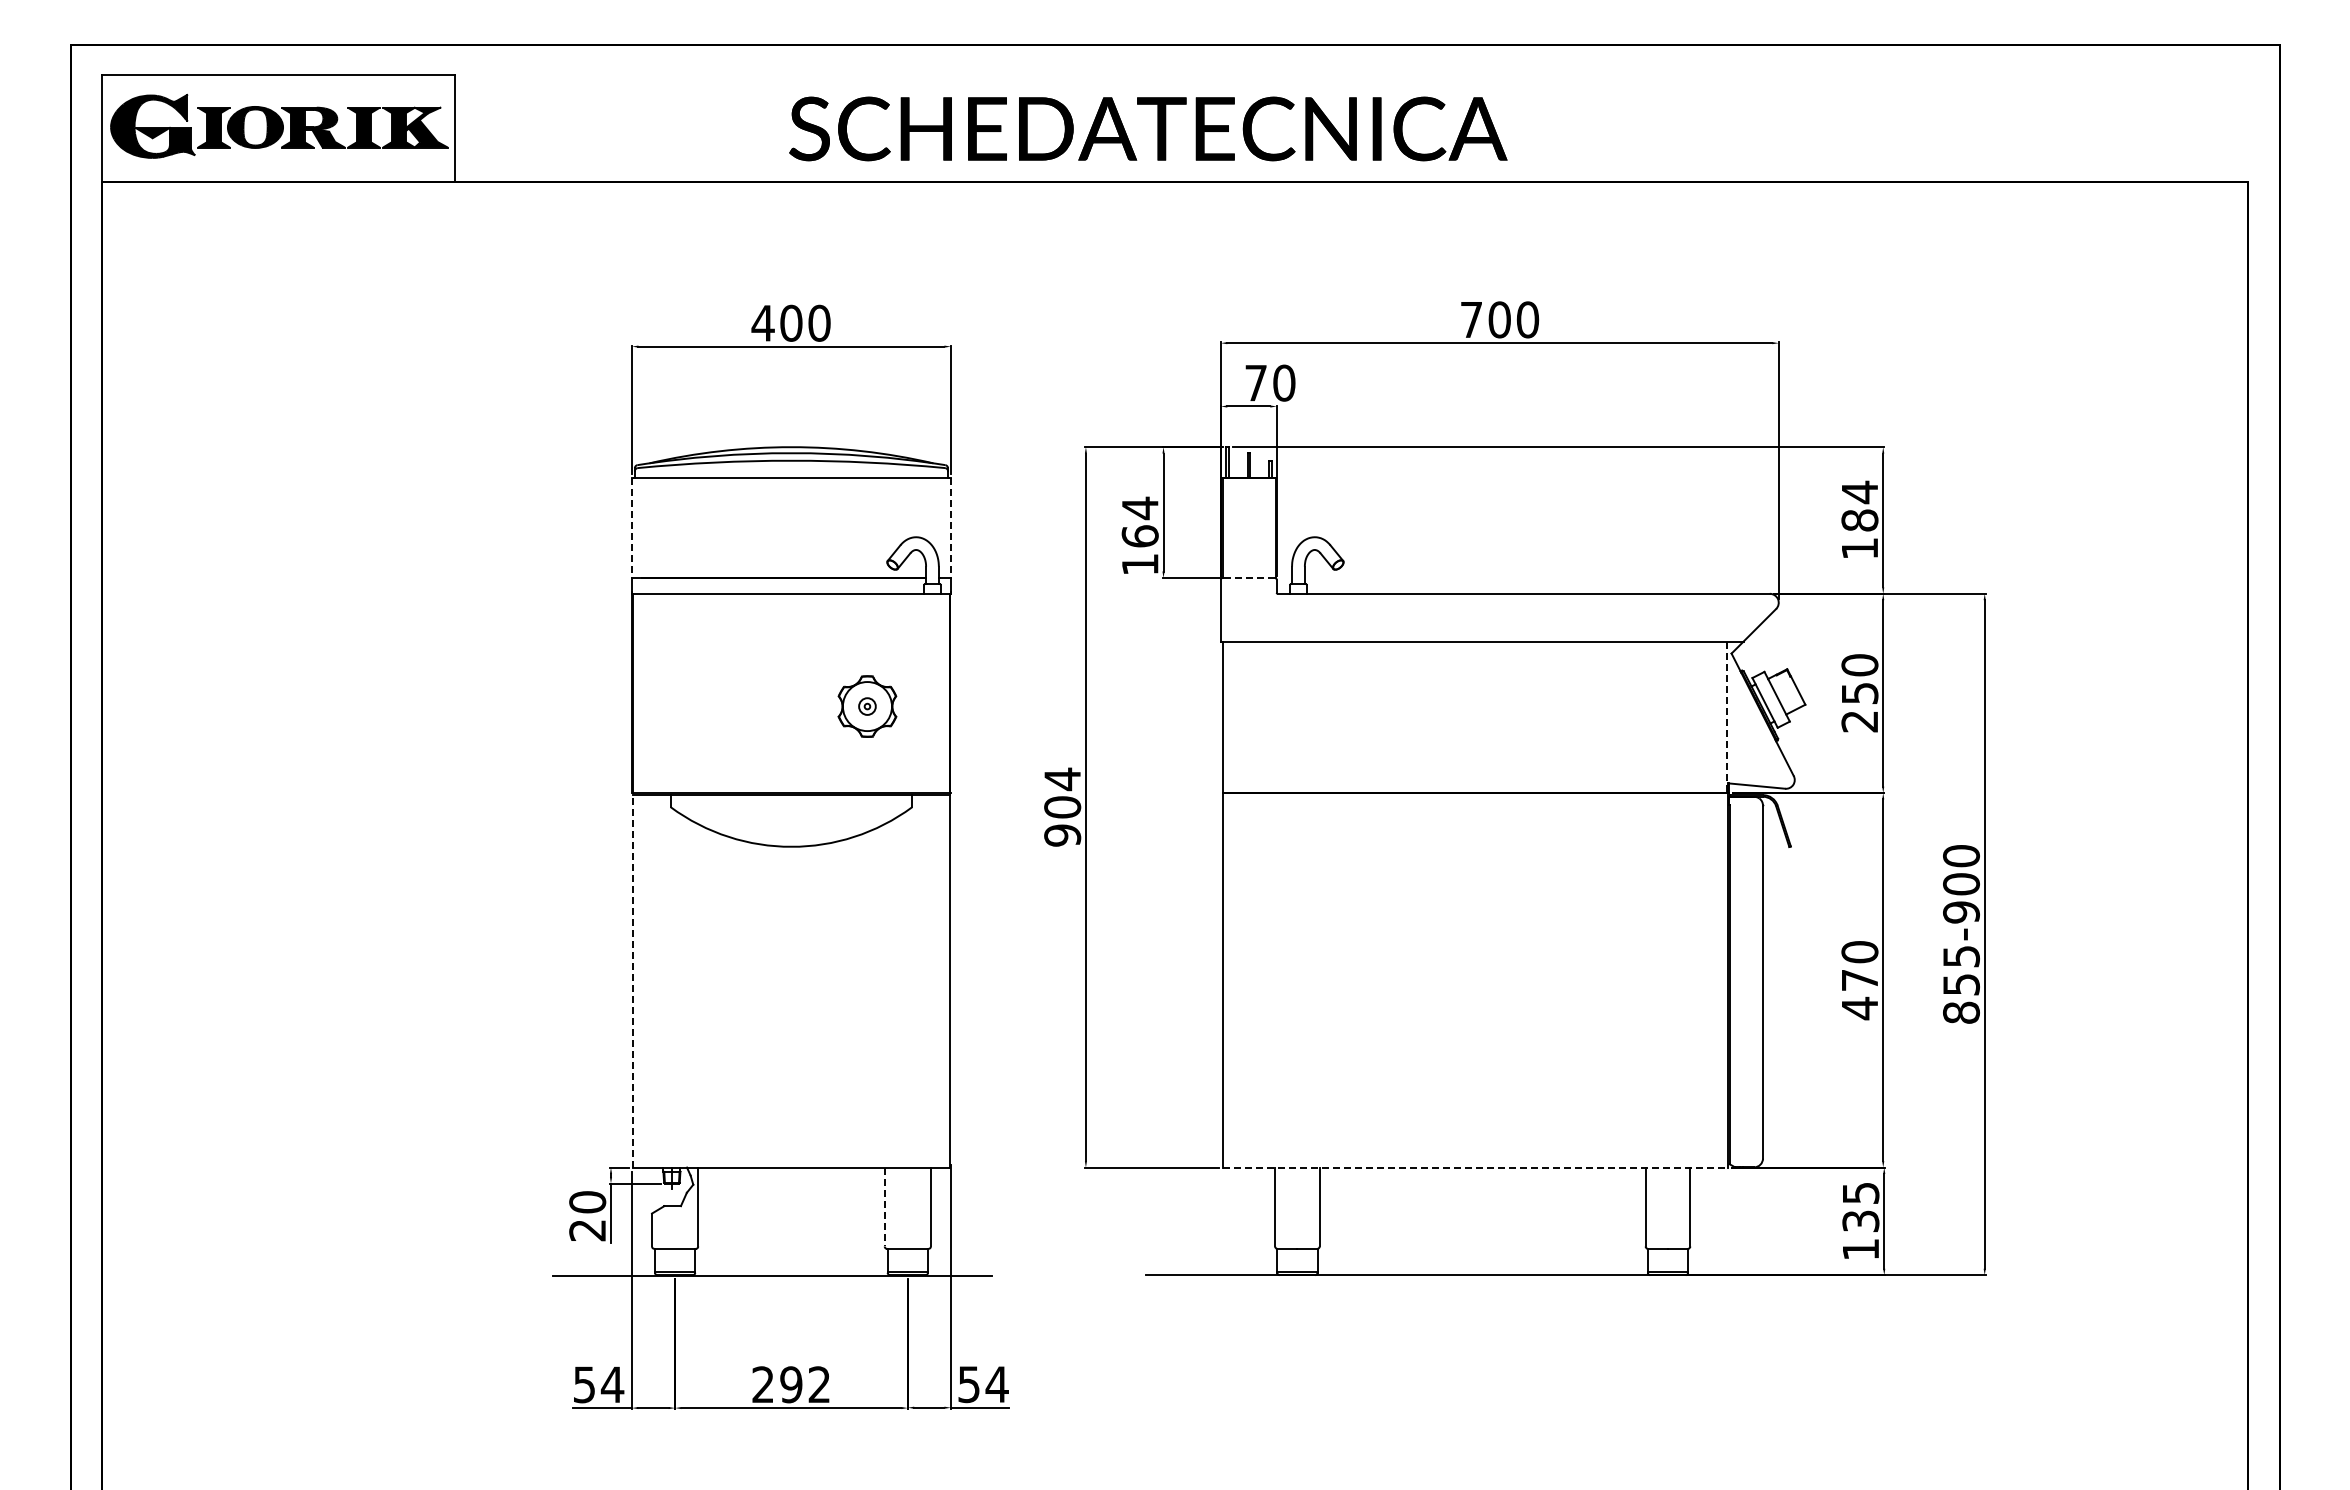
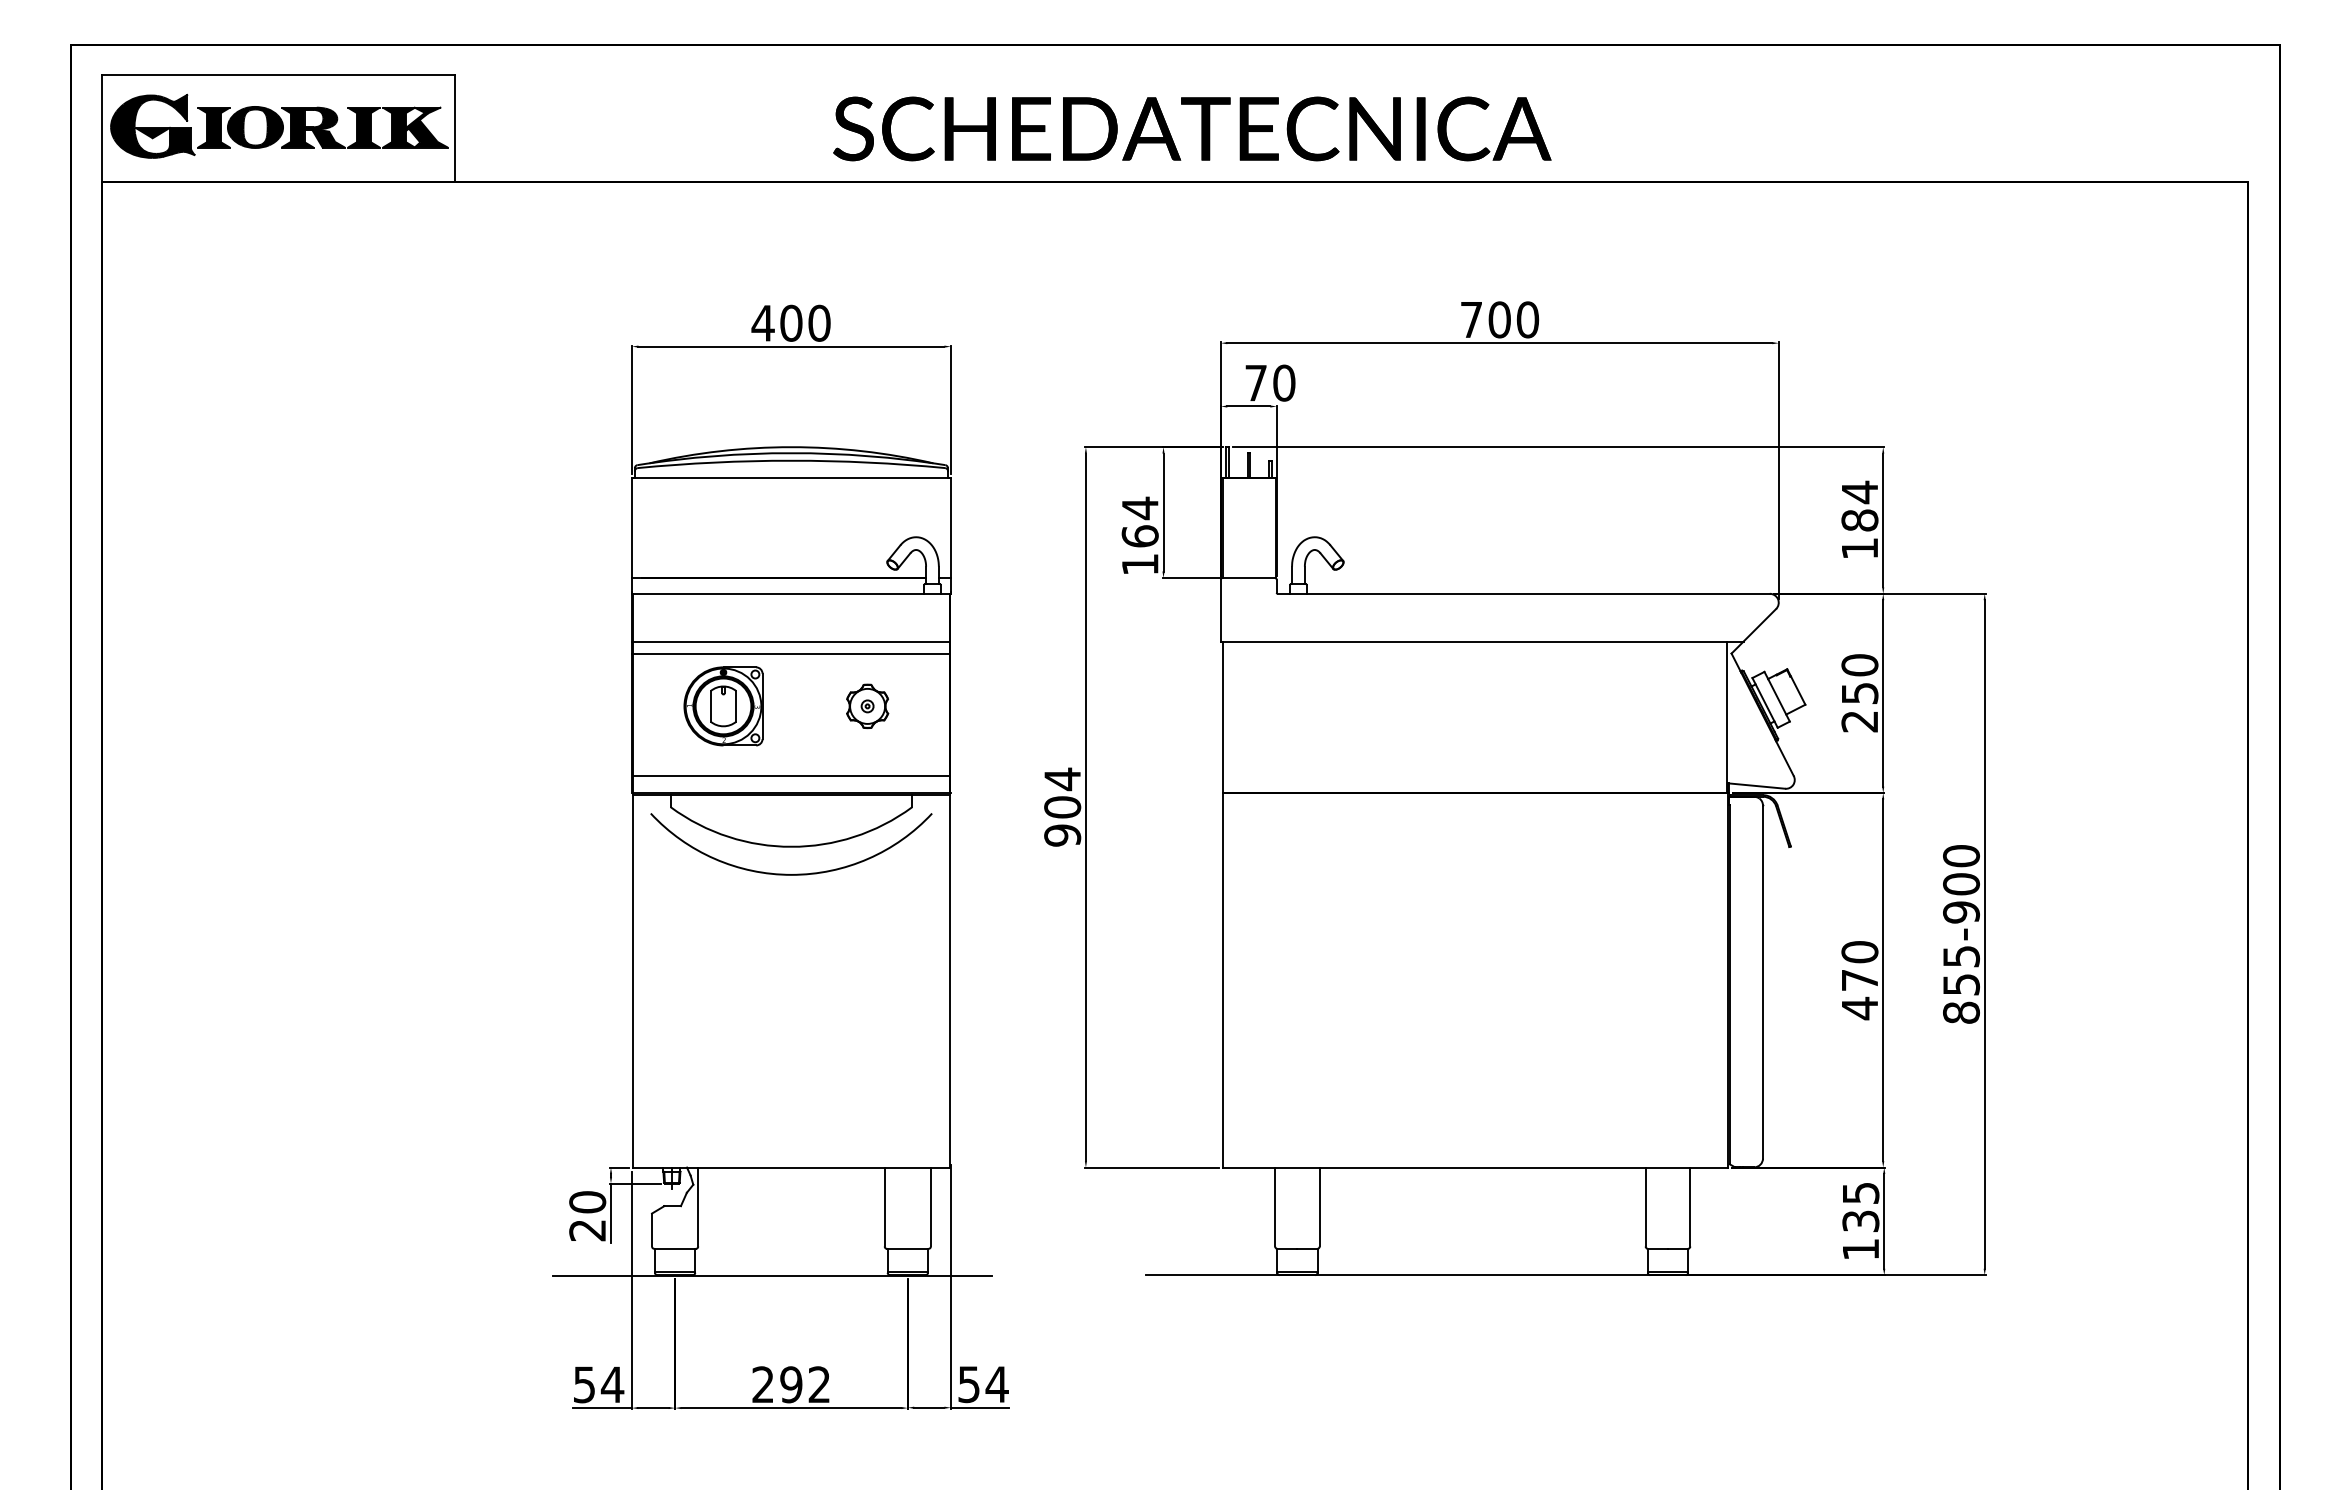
text at (1148, 128) position: (1148, 128) -> (1192, 128)
line at (632, 528): dashed -> solid
line at (950, 528): dashed -> solid
line at (1248, 577): dashed -> solid
line at (791, 641): none -> present
line at (791, 653): none -> present
part at (723, 706): none -> present
part at (867, 706) size: 61x63 px -> 44x46 px
line at (1726, 717): dashed -> solid
line at (791, 775): none -> present
arc at (786, 873): none -> present
line at (632, 979): dashed -> solid
line at (1475, 1167): dashed -> solid
line at (884, 1207): dashed -> solid
